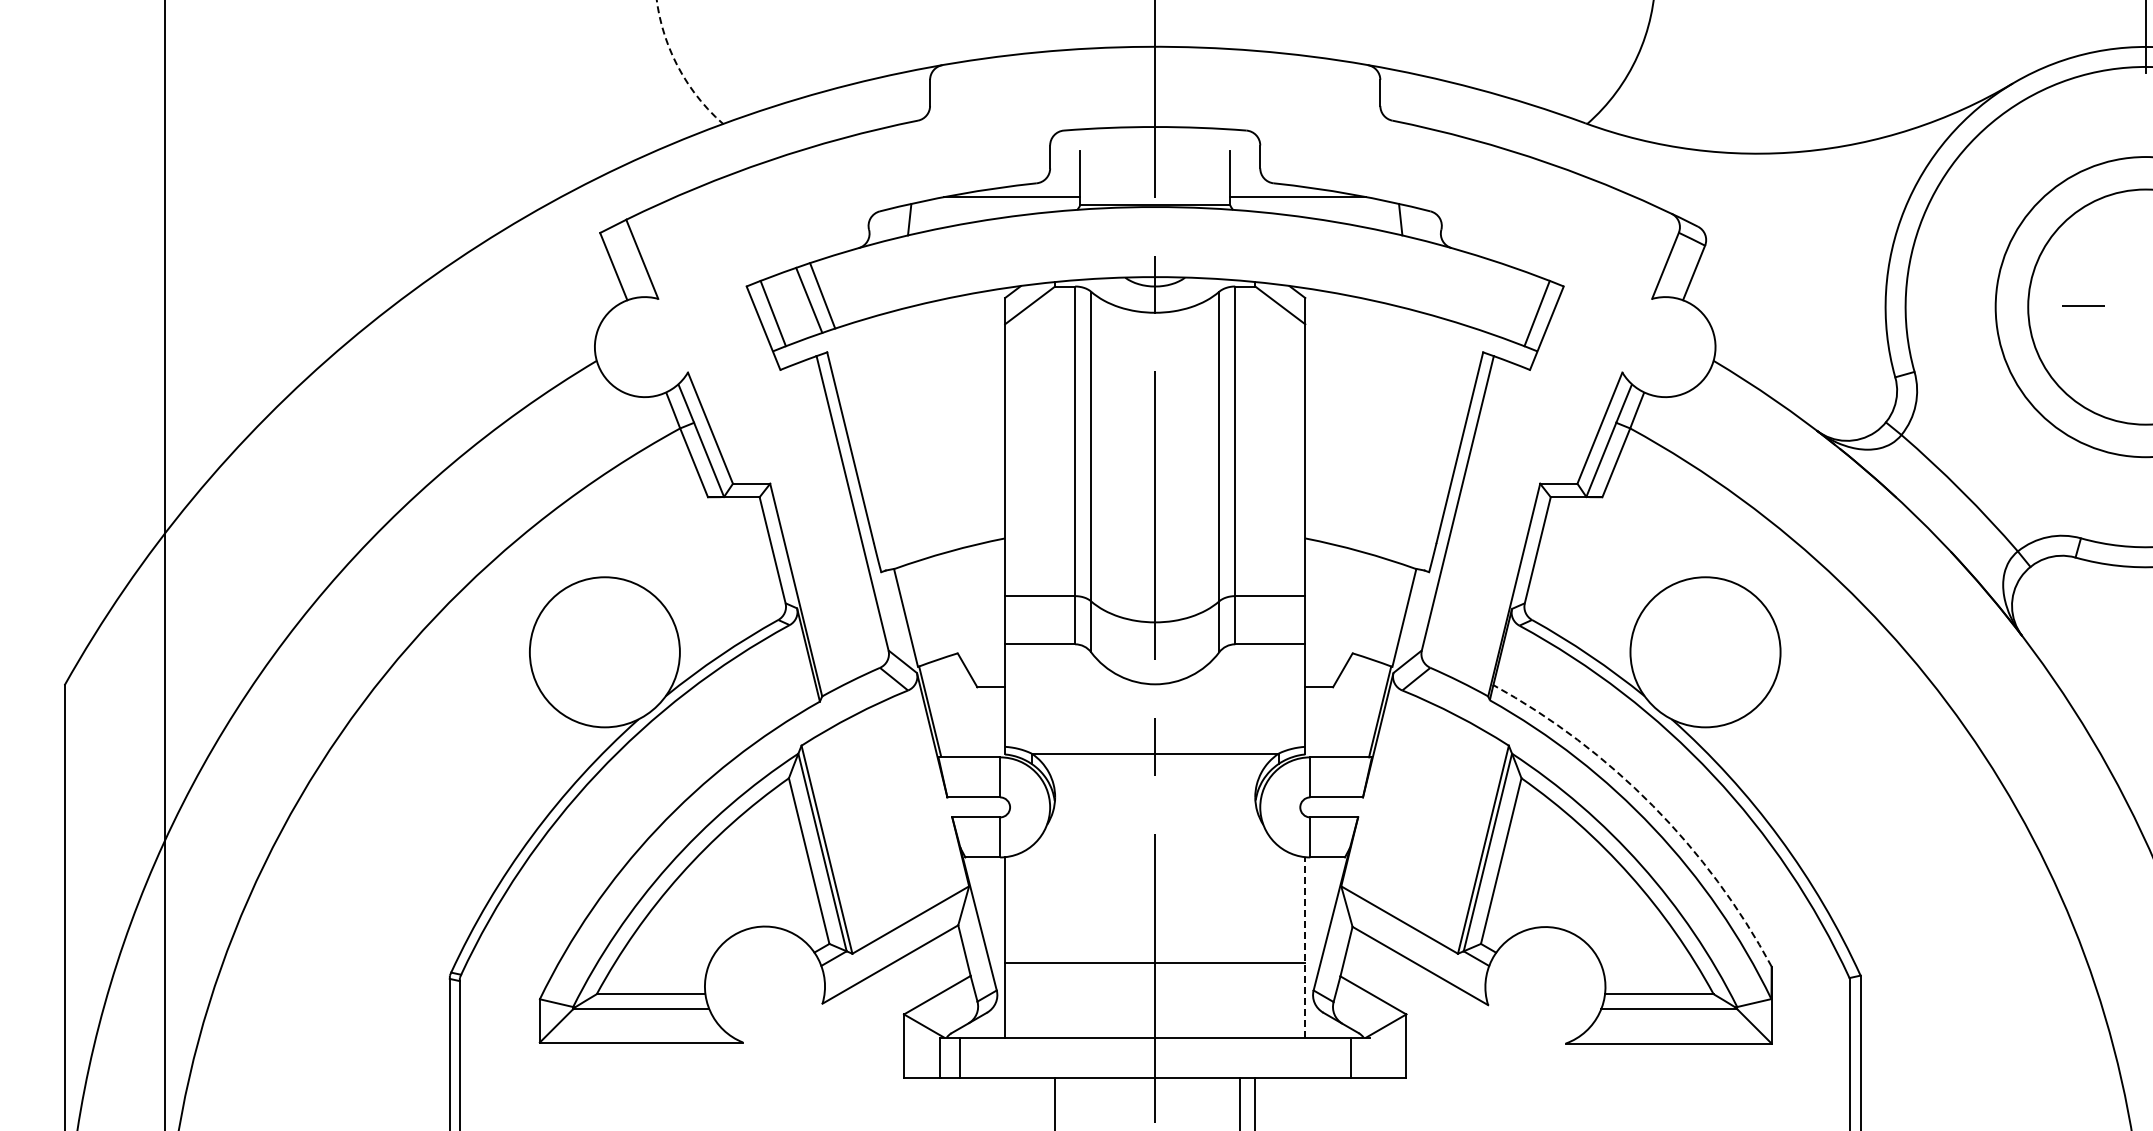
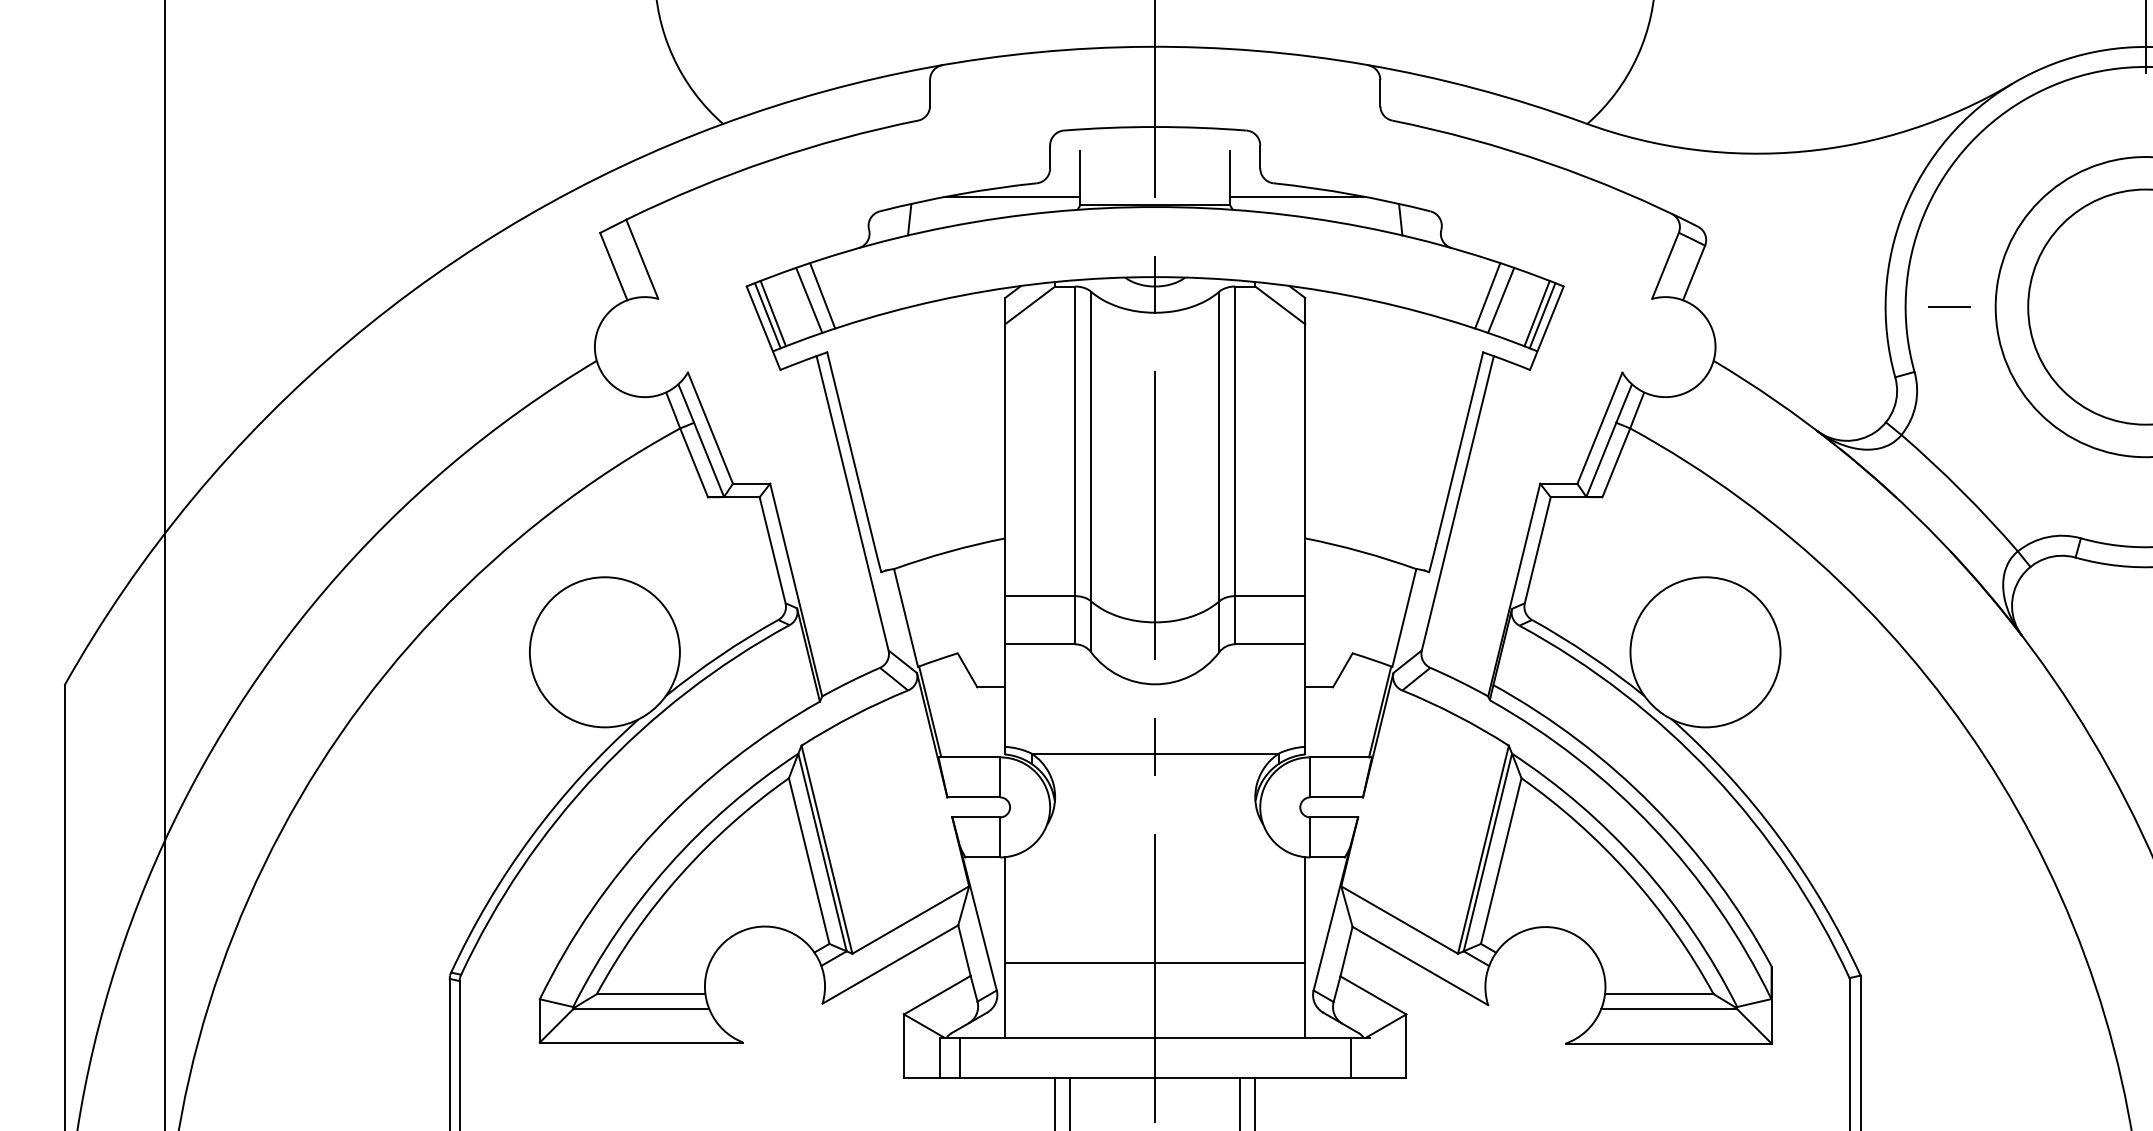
arc at (679, 68): dashed -> solid
line at (1487, 295): none -> present
line at (1501, 299): none -> present
line at (2083, 305) position: (2083, 305) -> (1949, 306)
line at (767, 315): none -> present
line at (1542, 315): none -> present
arc at (1652, 805): dashed -> solid
line at (1305, 946): dashed -> solid
line at (1070, 1102): none -> present
